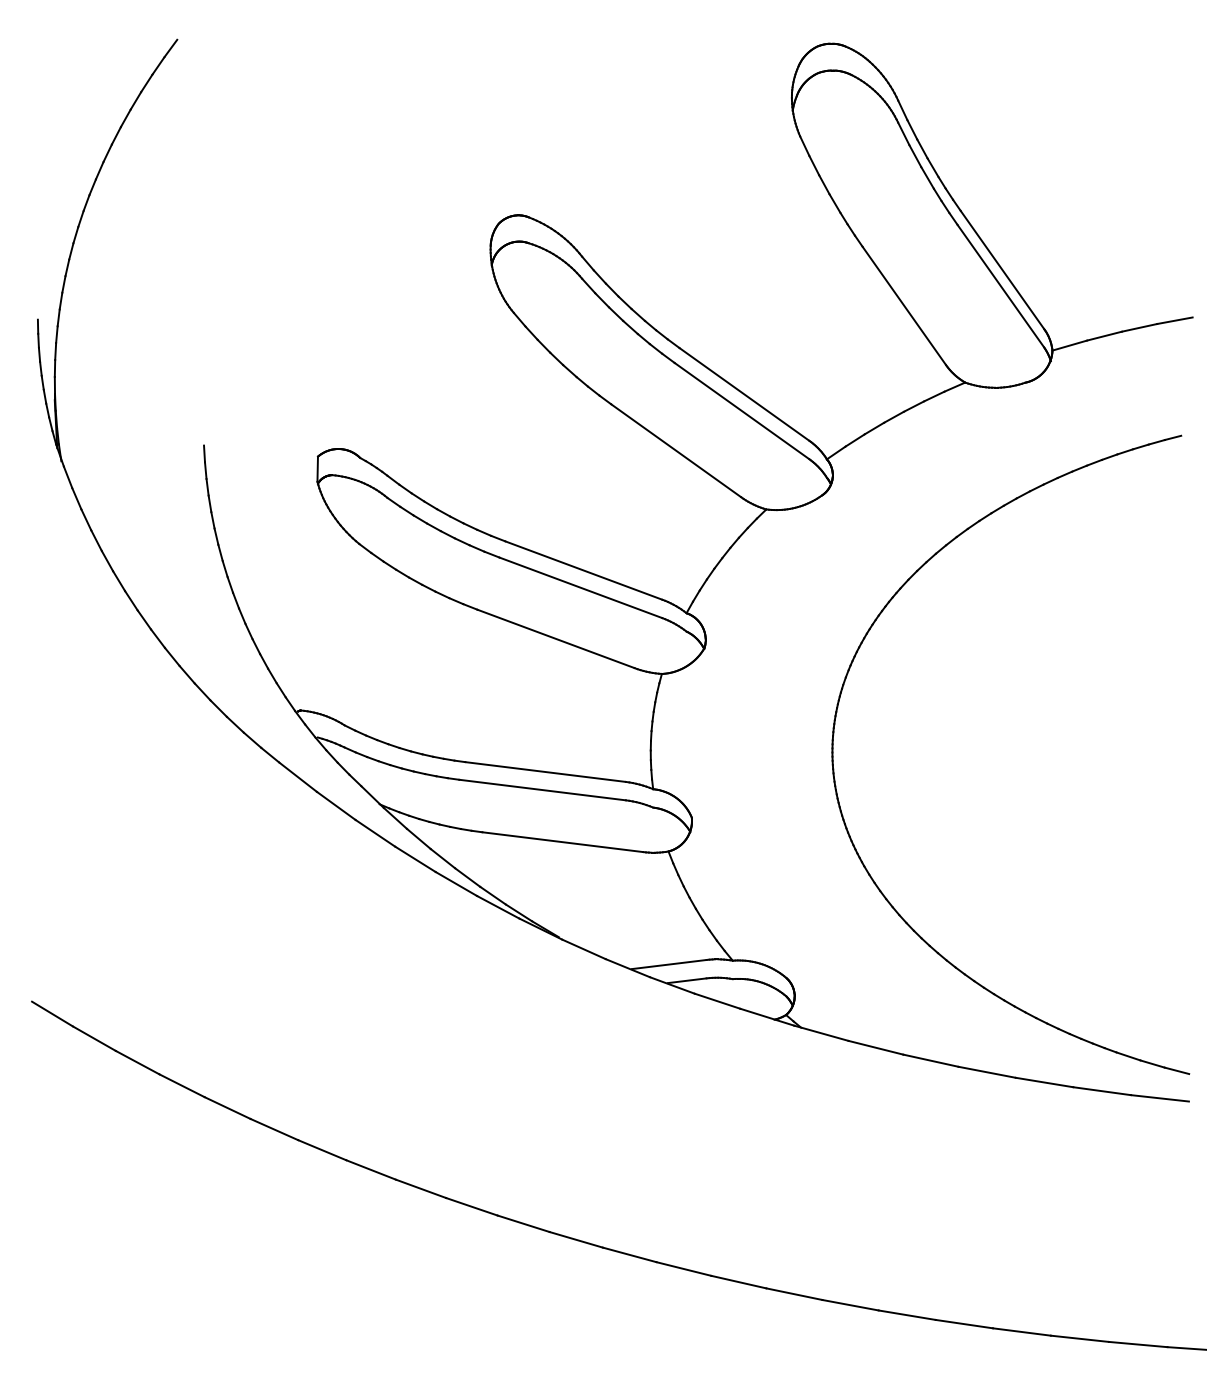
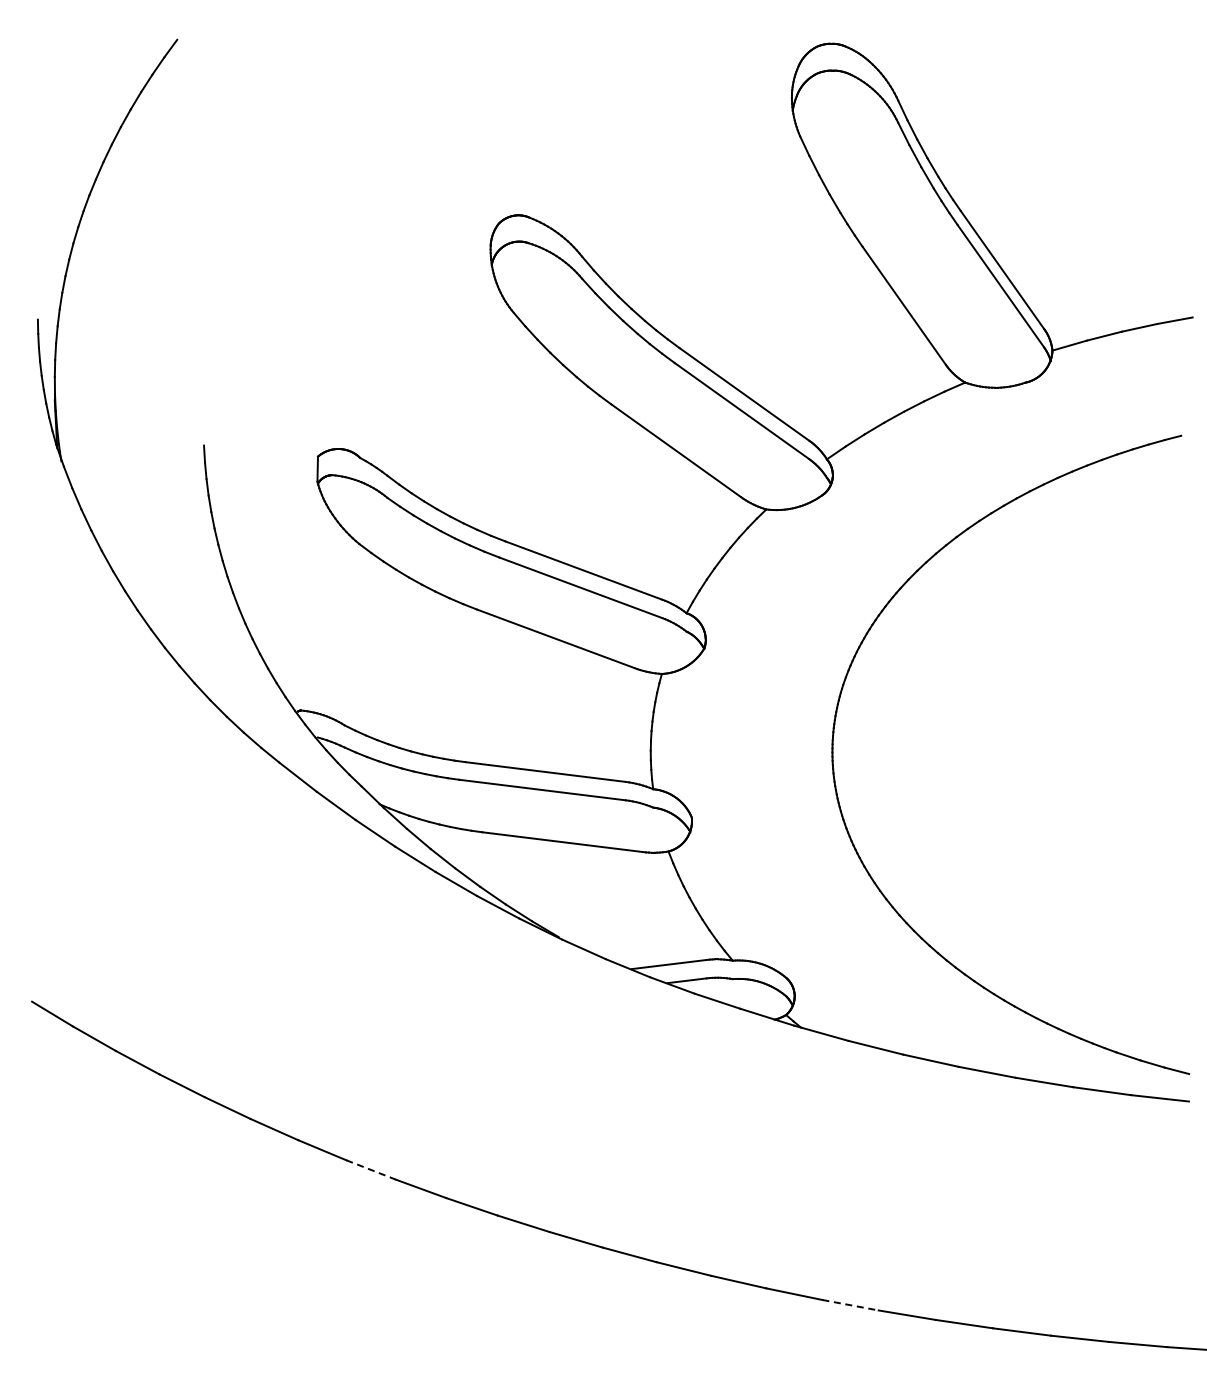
line at (371, 1169): solid -> dashed
line at (850, 1305): solid -> dashed
